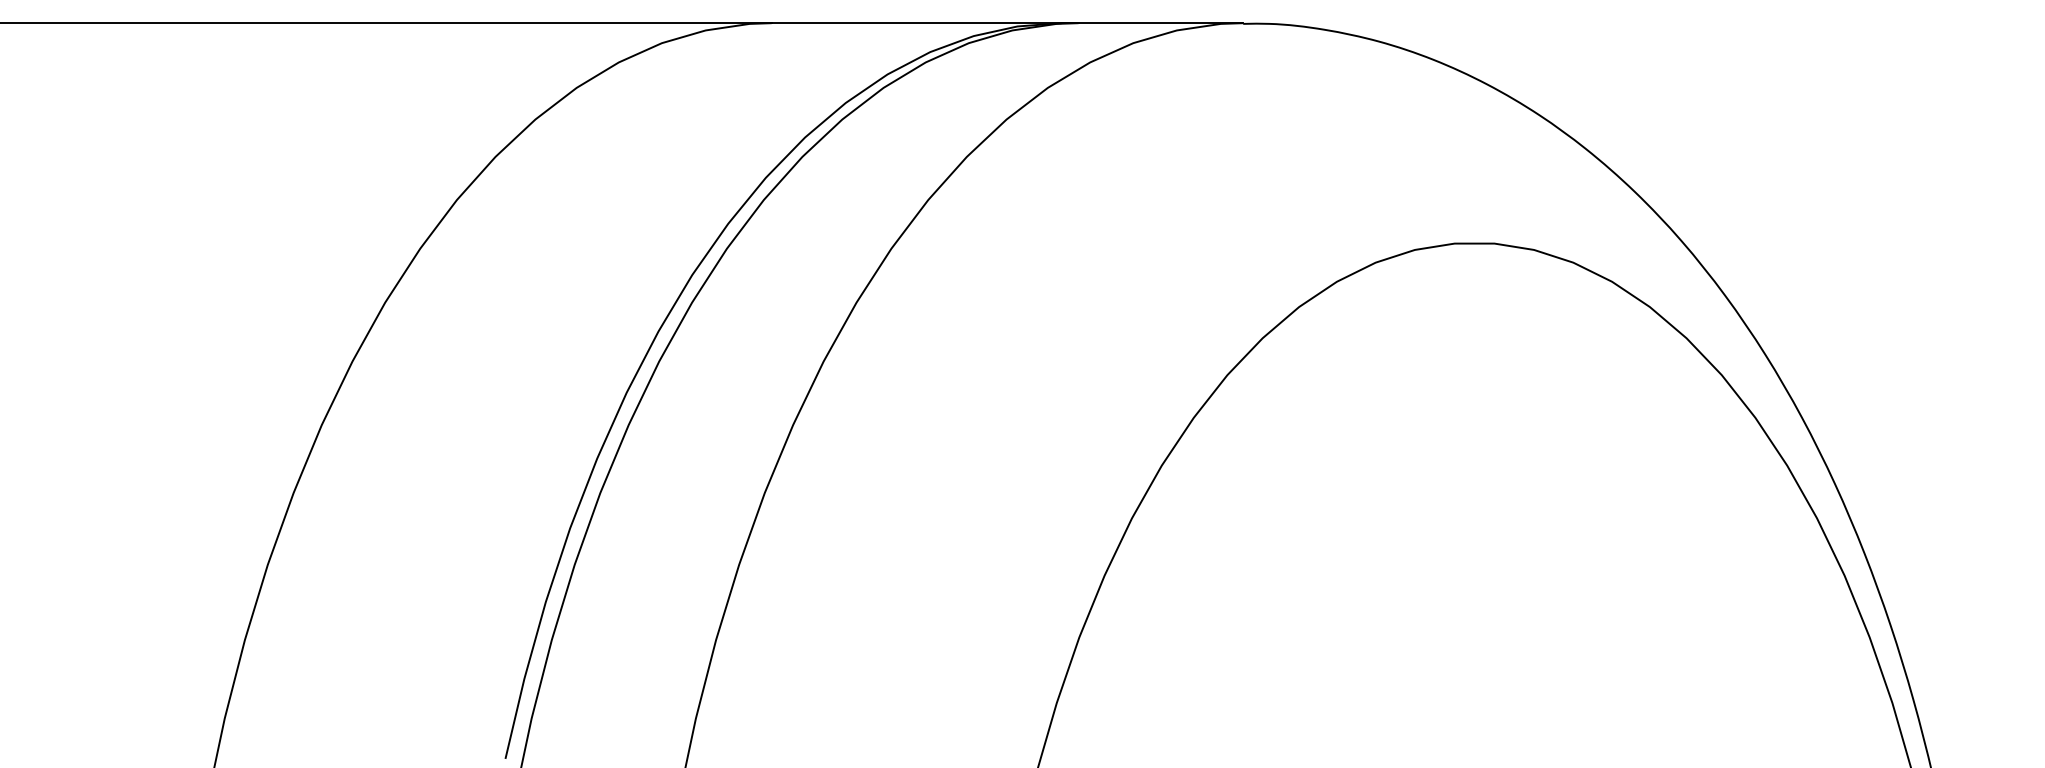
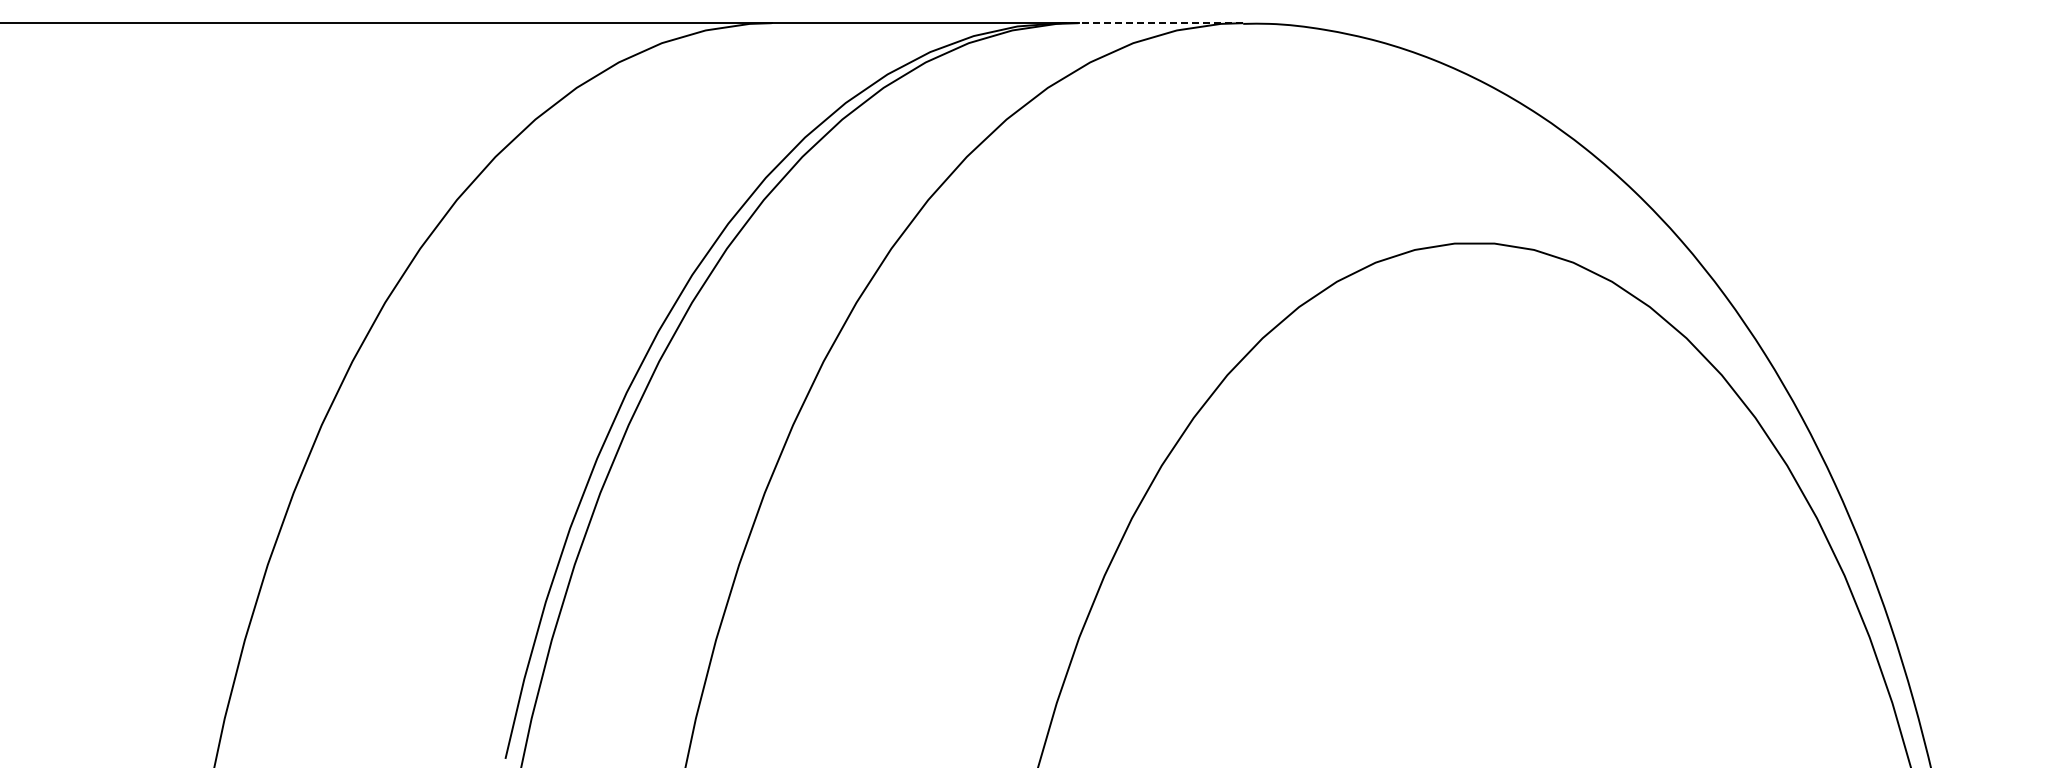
line at (1152, 23): solid -> dashed
